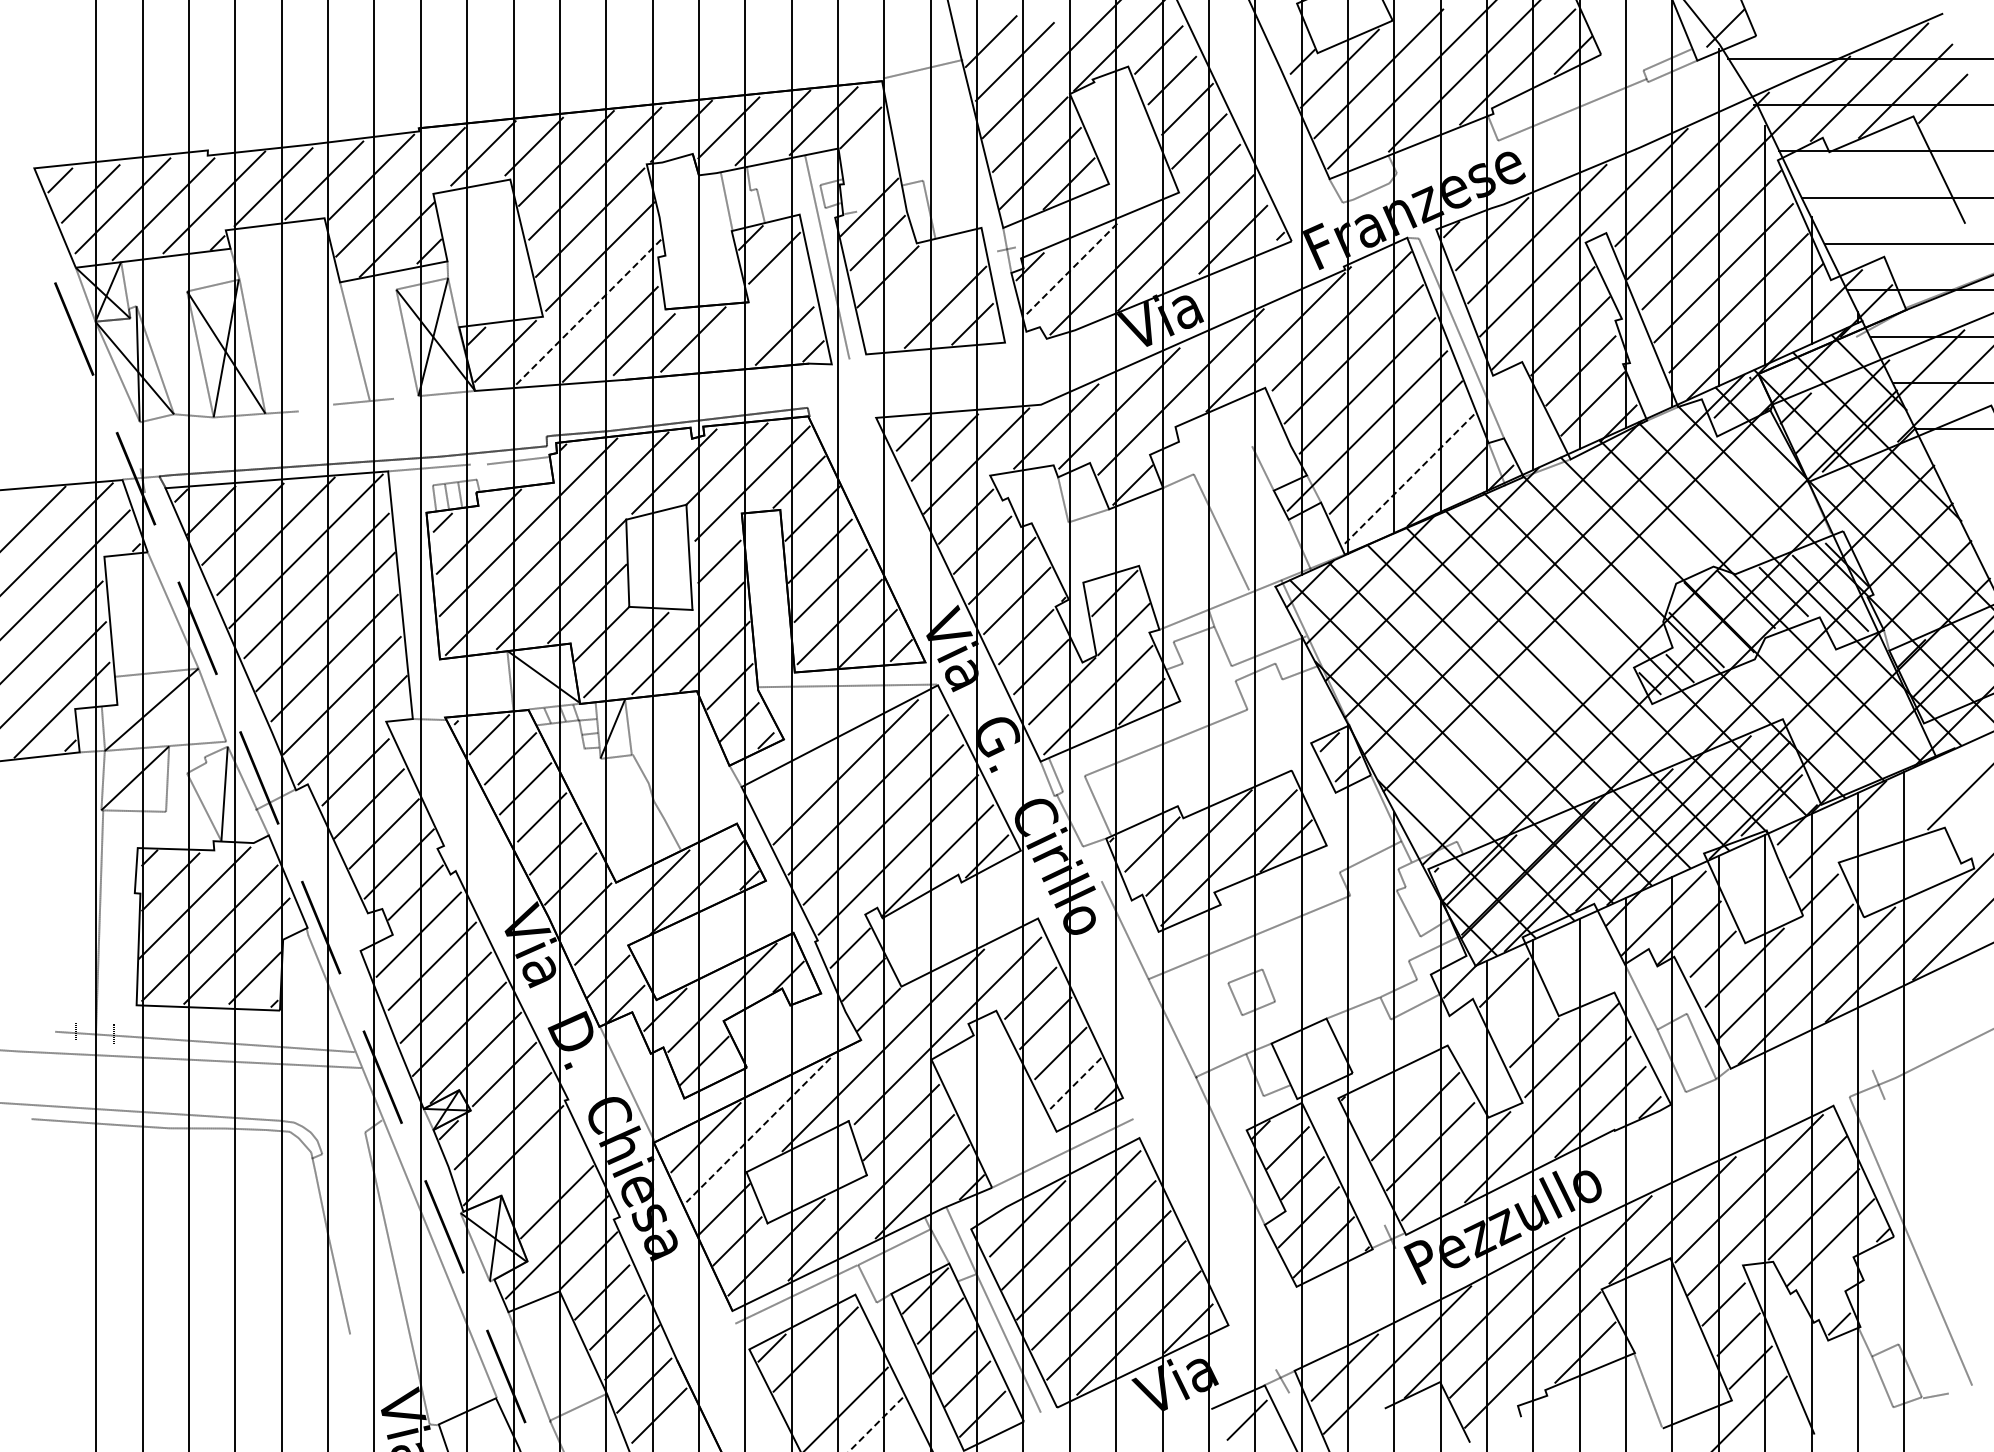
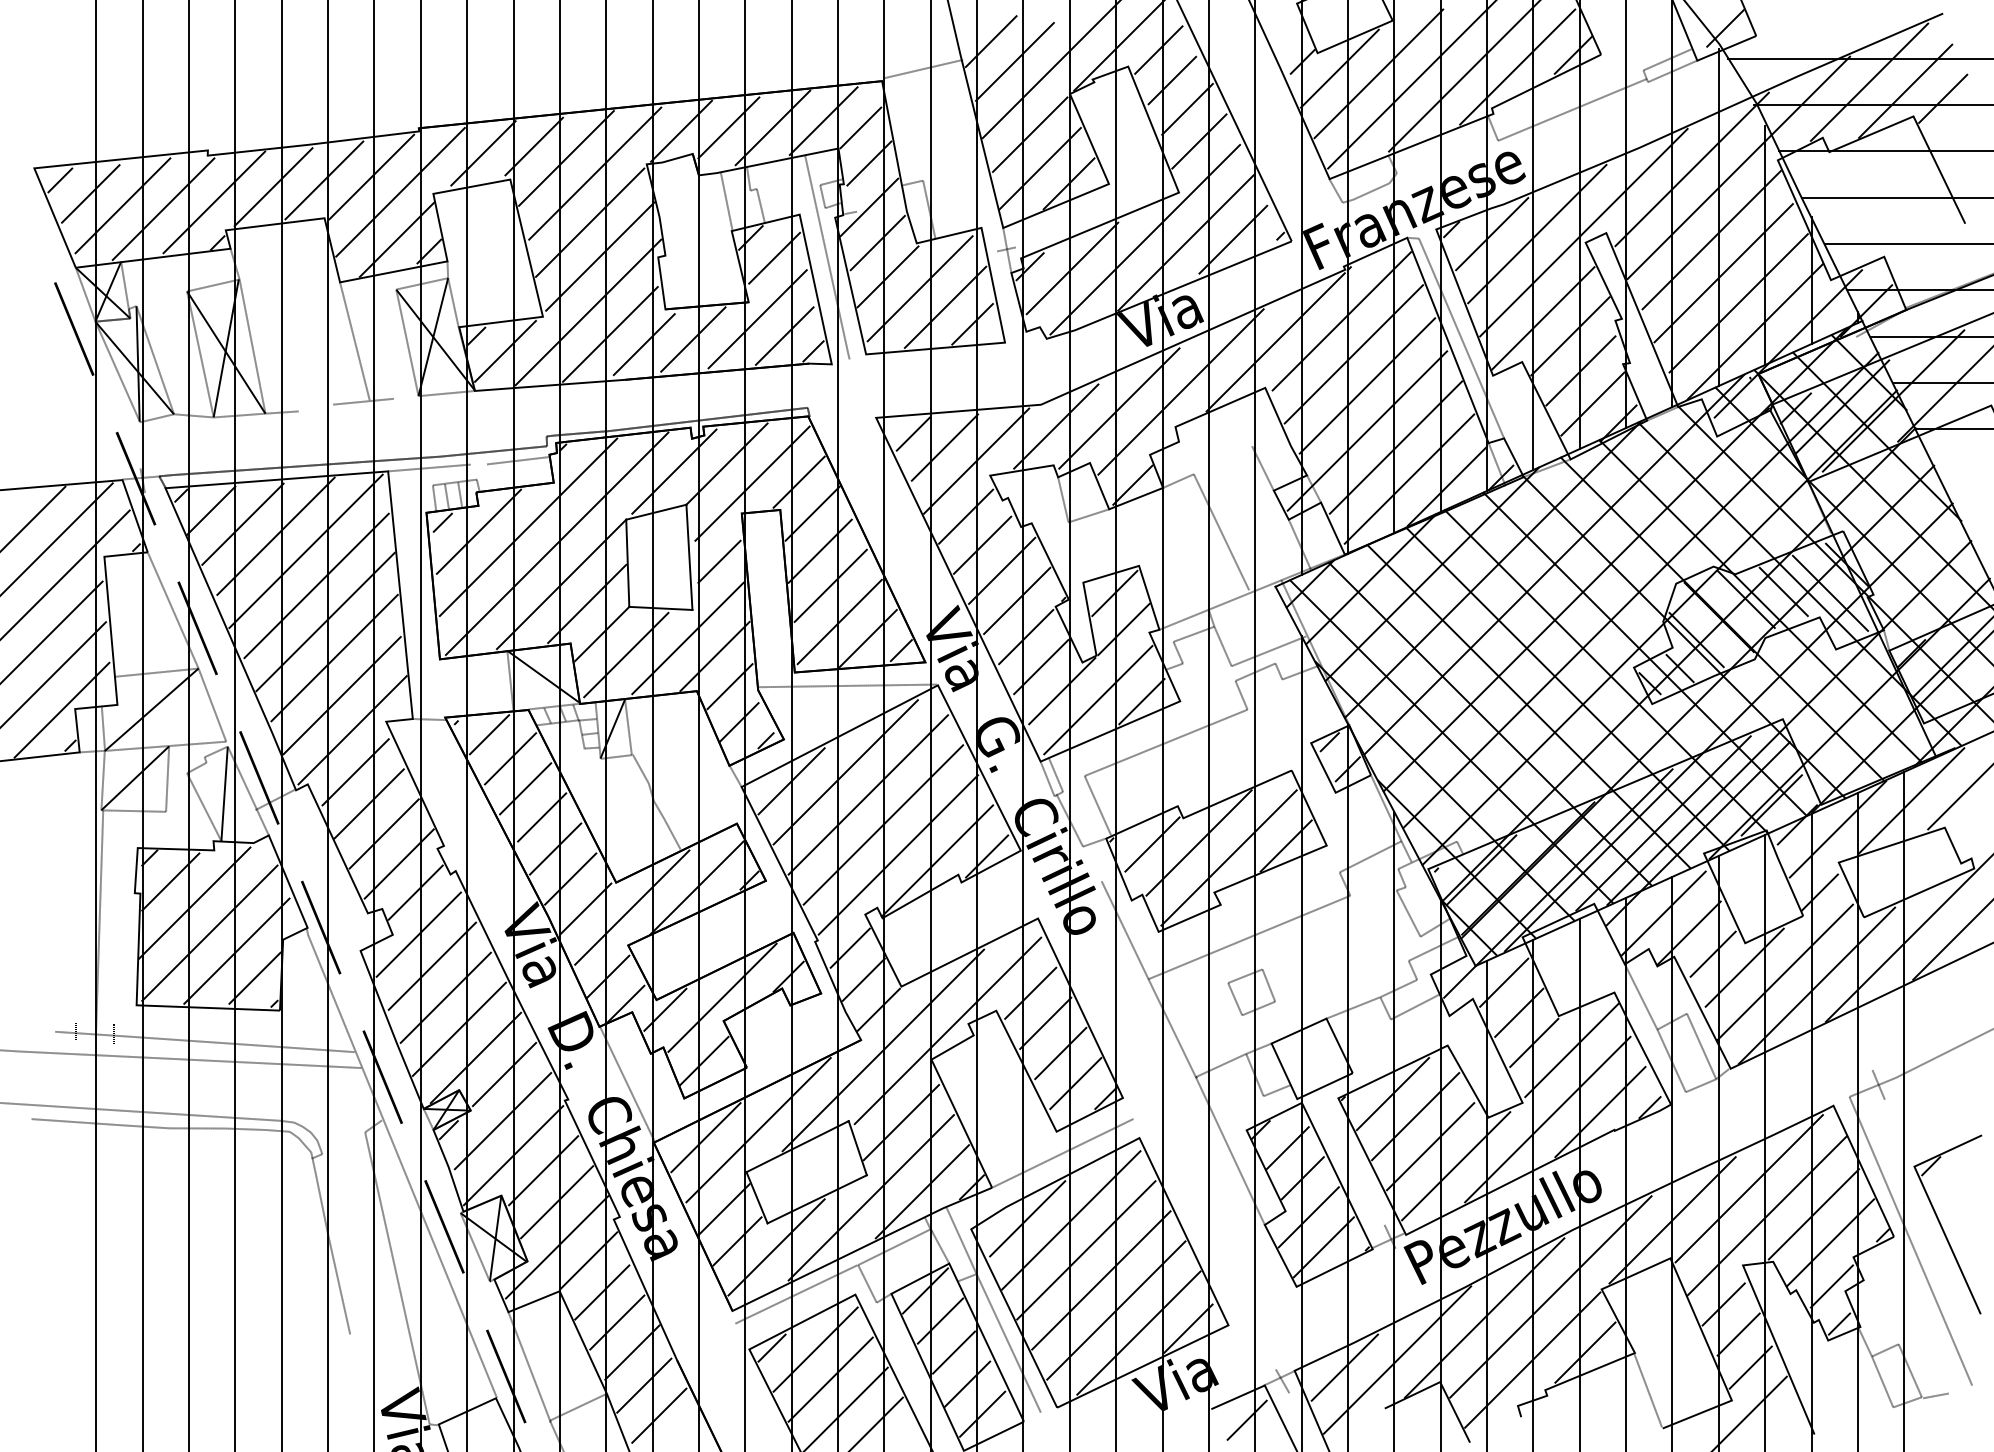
line at (869, 163): none -> present
line at (1072, 268): dashed -> solid
line at (919, 288): none -> present
line at (588, 312): dashed -> solid
line at (757, 319): none -> present
line at (1409, 479): dashed -> solid
line at (1640, 590): none -> present
line at (791, 781): none -> present
line at (1911, 800): none -> present
line at (1519, 1012): none -> present
line at (1075, 1083): dashed -> solid
line at (1392, 1093): none -> present
line at (758, 1130): dashed -> solid
line at (543, 1170): none -> present
part at (1947, 1224): none -> present
line at (1831, 1286): none -> present
line at (830, 1379): none -> present
line at (875, 1425): dashed -> solid
